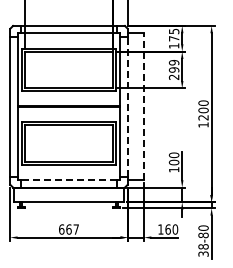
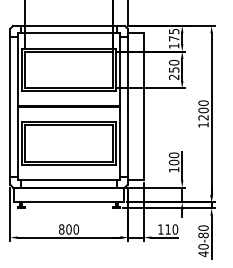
text at (173, 66): 299 -> 250
line at (127, 106): dashed -> solid
line at (144, 106): dashed -> solid
line at (69, 180): dashed -> solid
text at (69, 229): 667 -> 800
text at (167, 229): 160 -> 110
text at (203, 250): 38-80 -> 40-80
